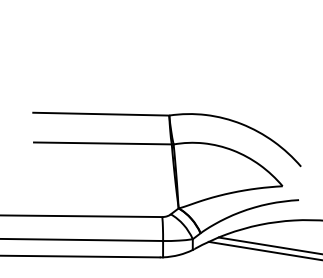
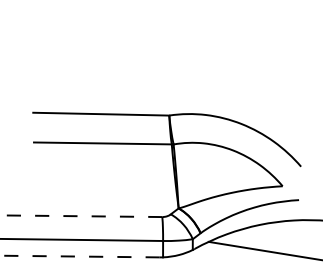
line at (81, 216): solid -> dashed
line at (268, 245): present -> none
line at (79, 256): solid -> dashed
